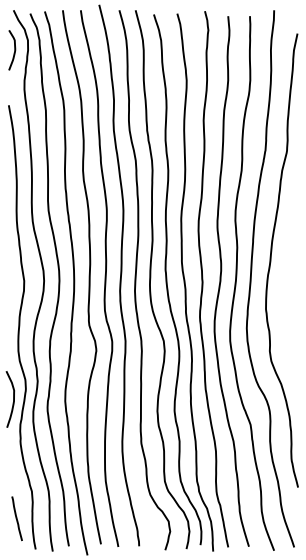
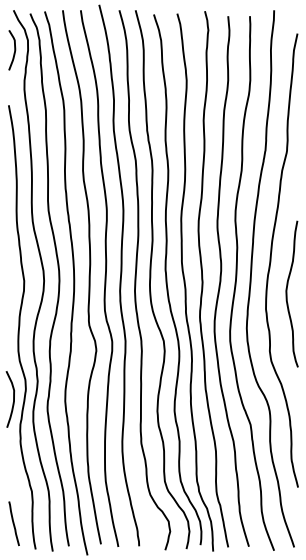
curve at (287, 293): none -> present
line at (16, 518) position: (16, 518) -> (13, 523)
